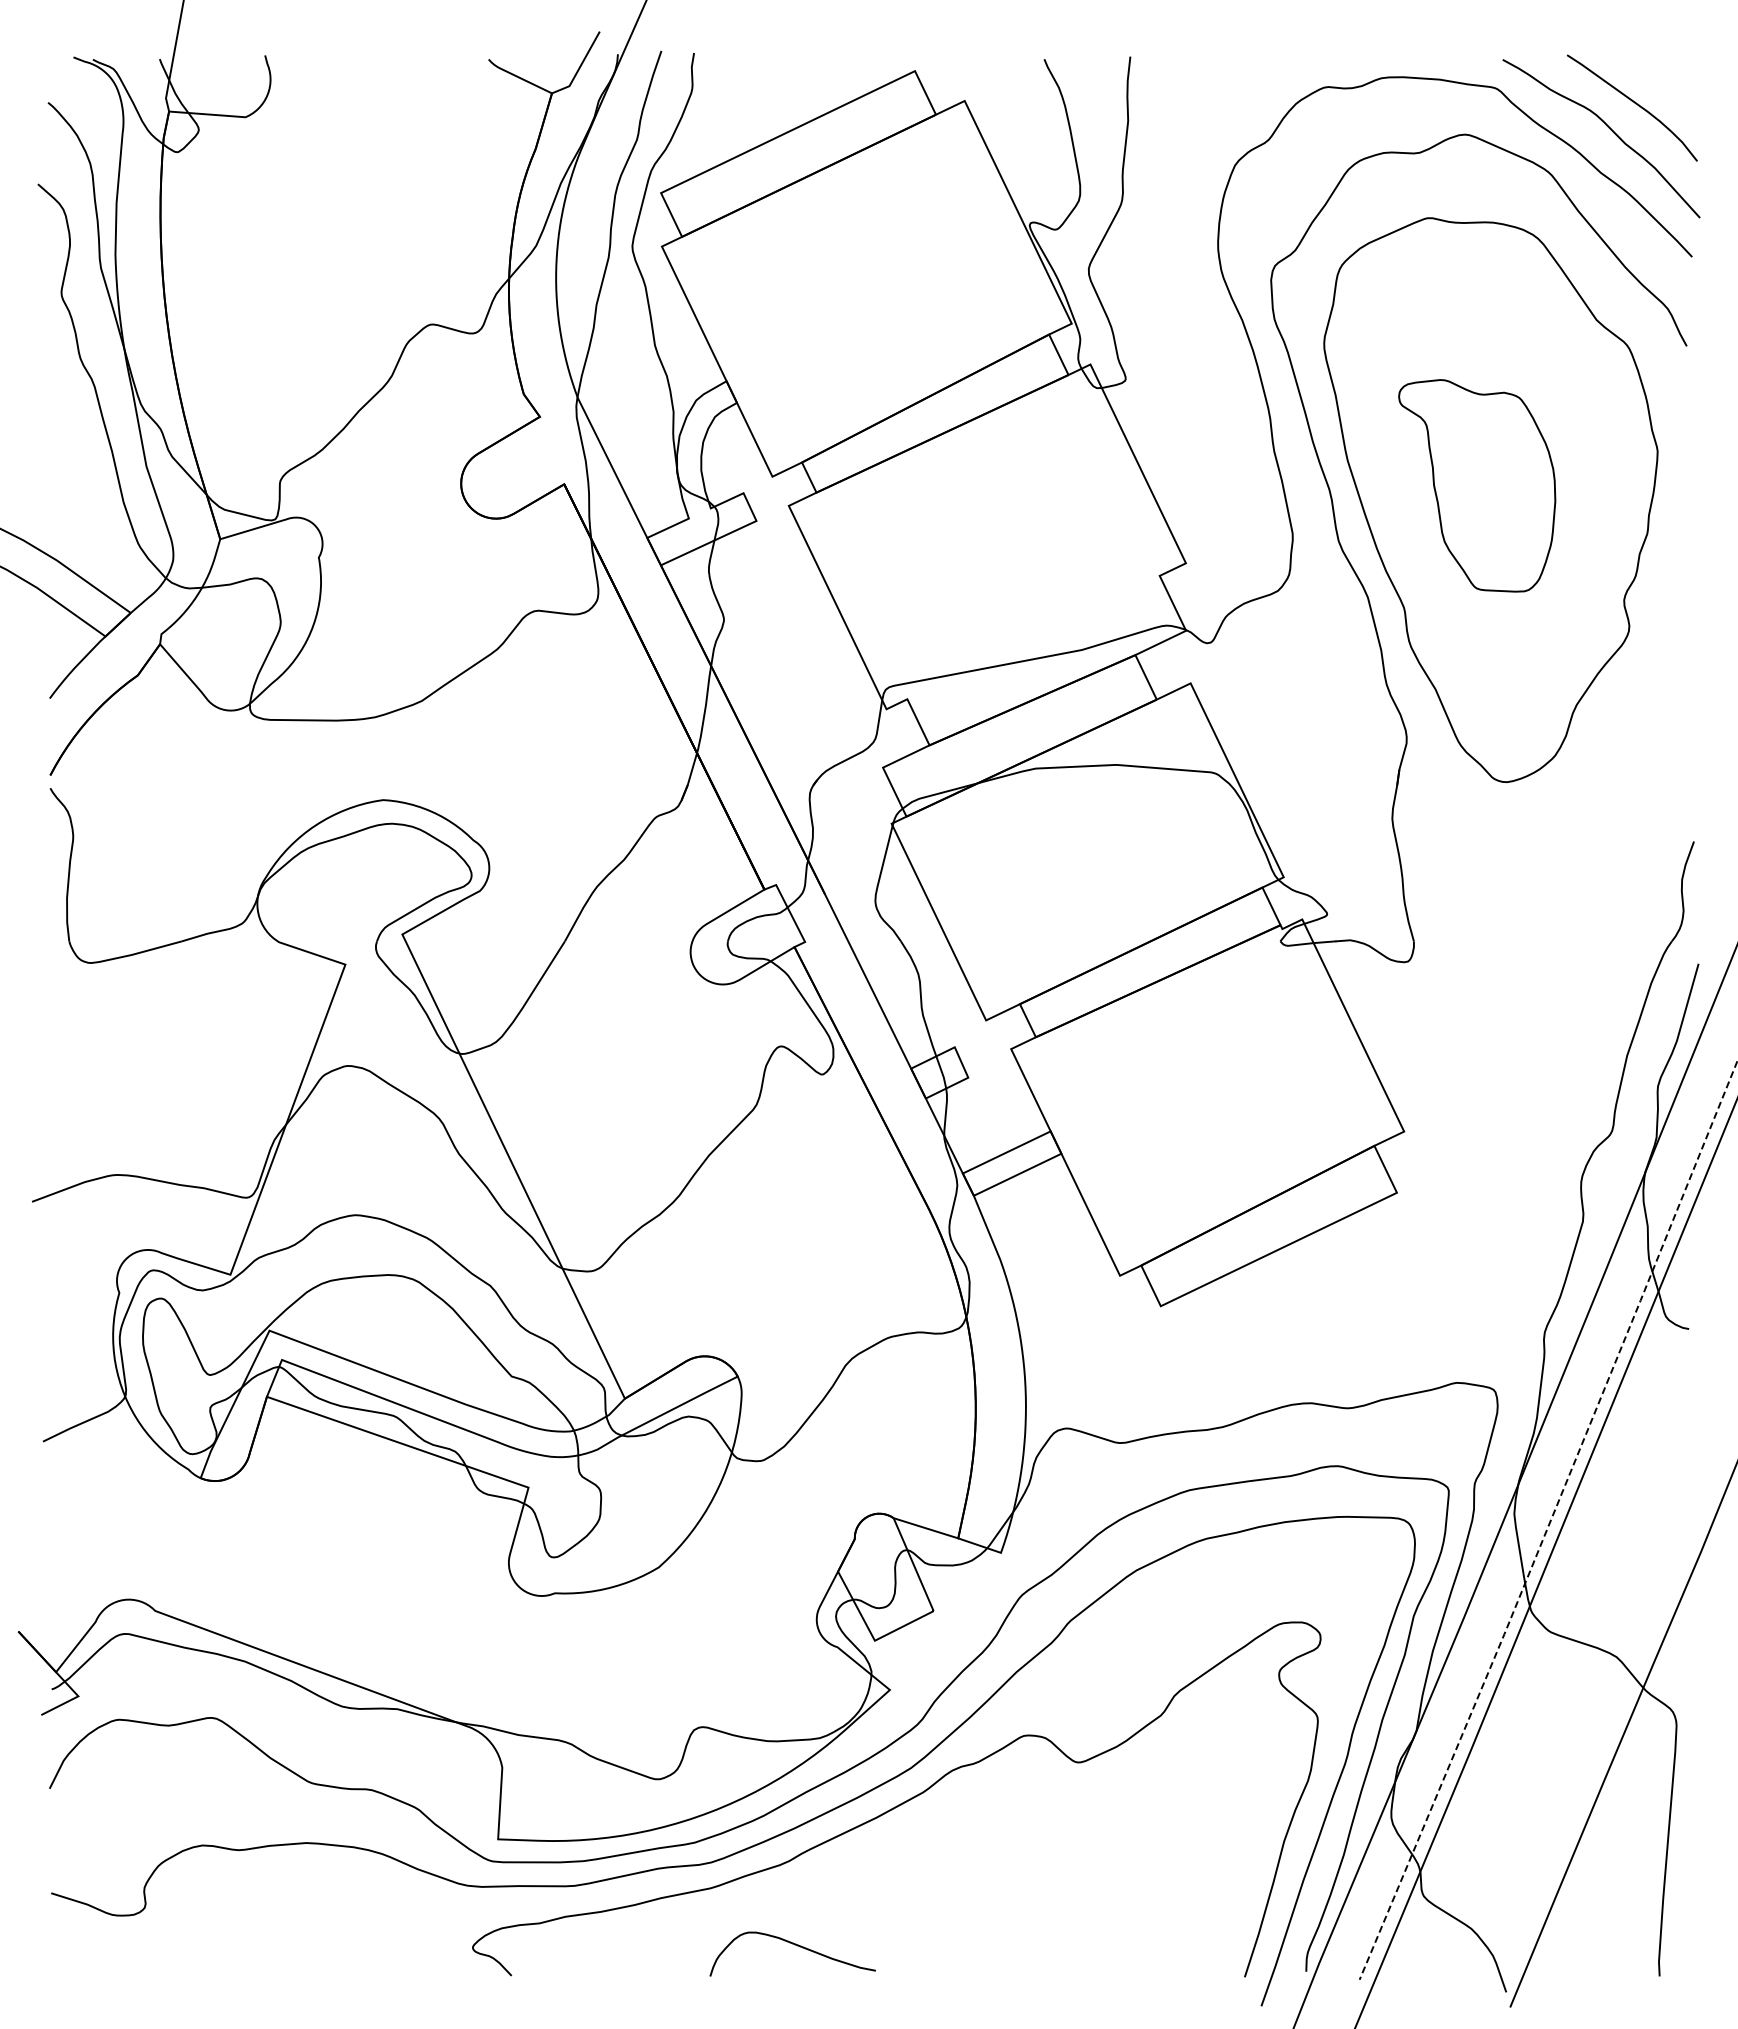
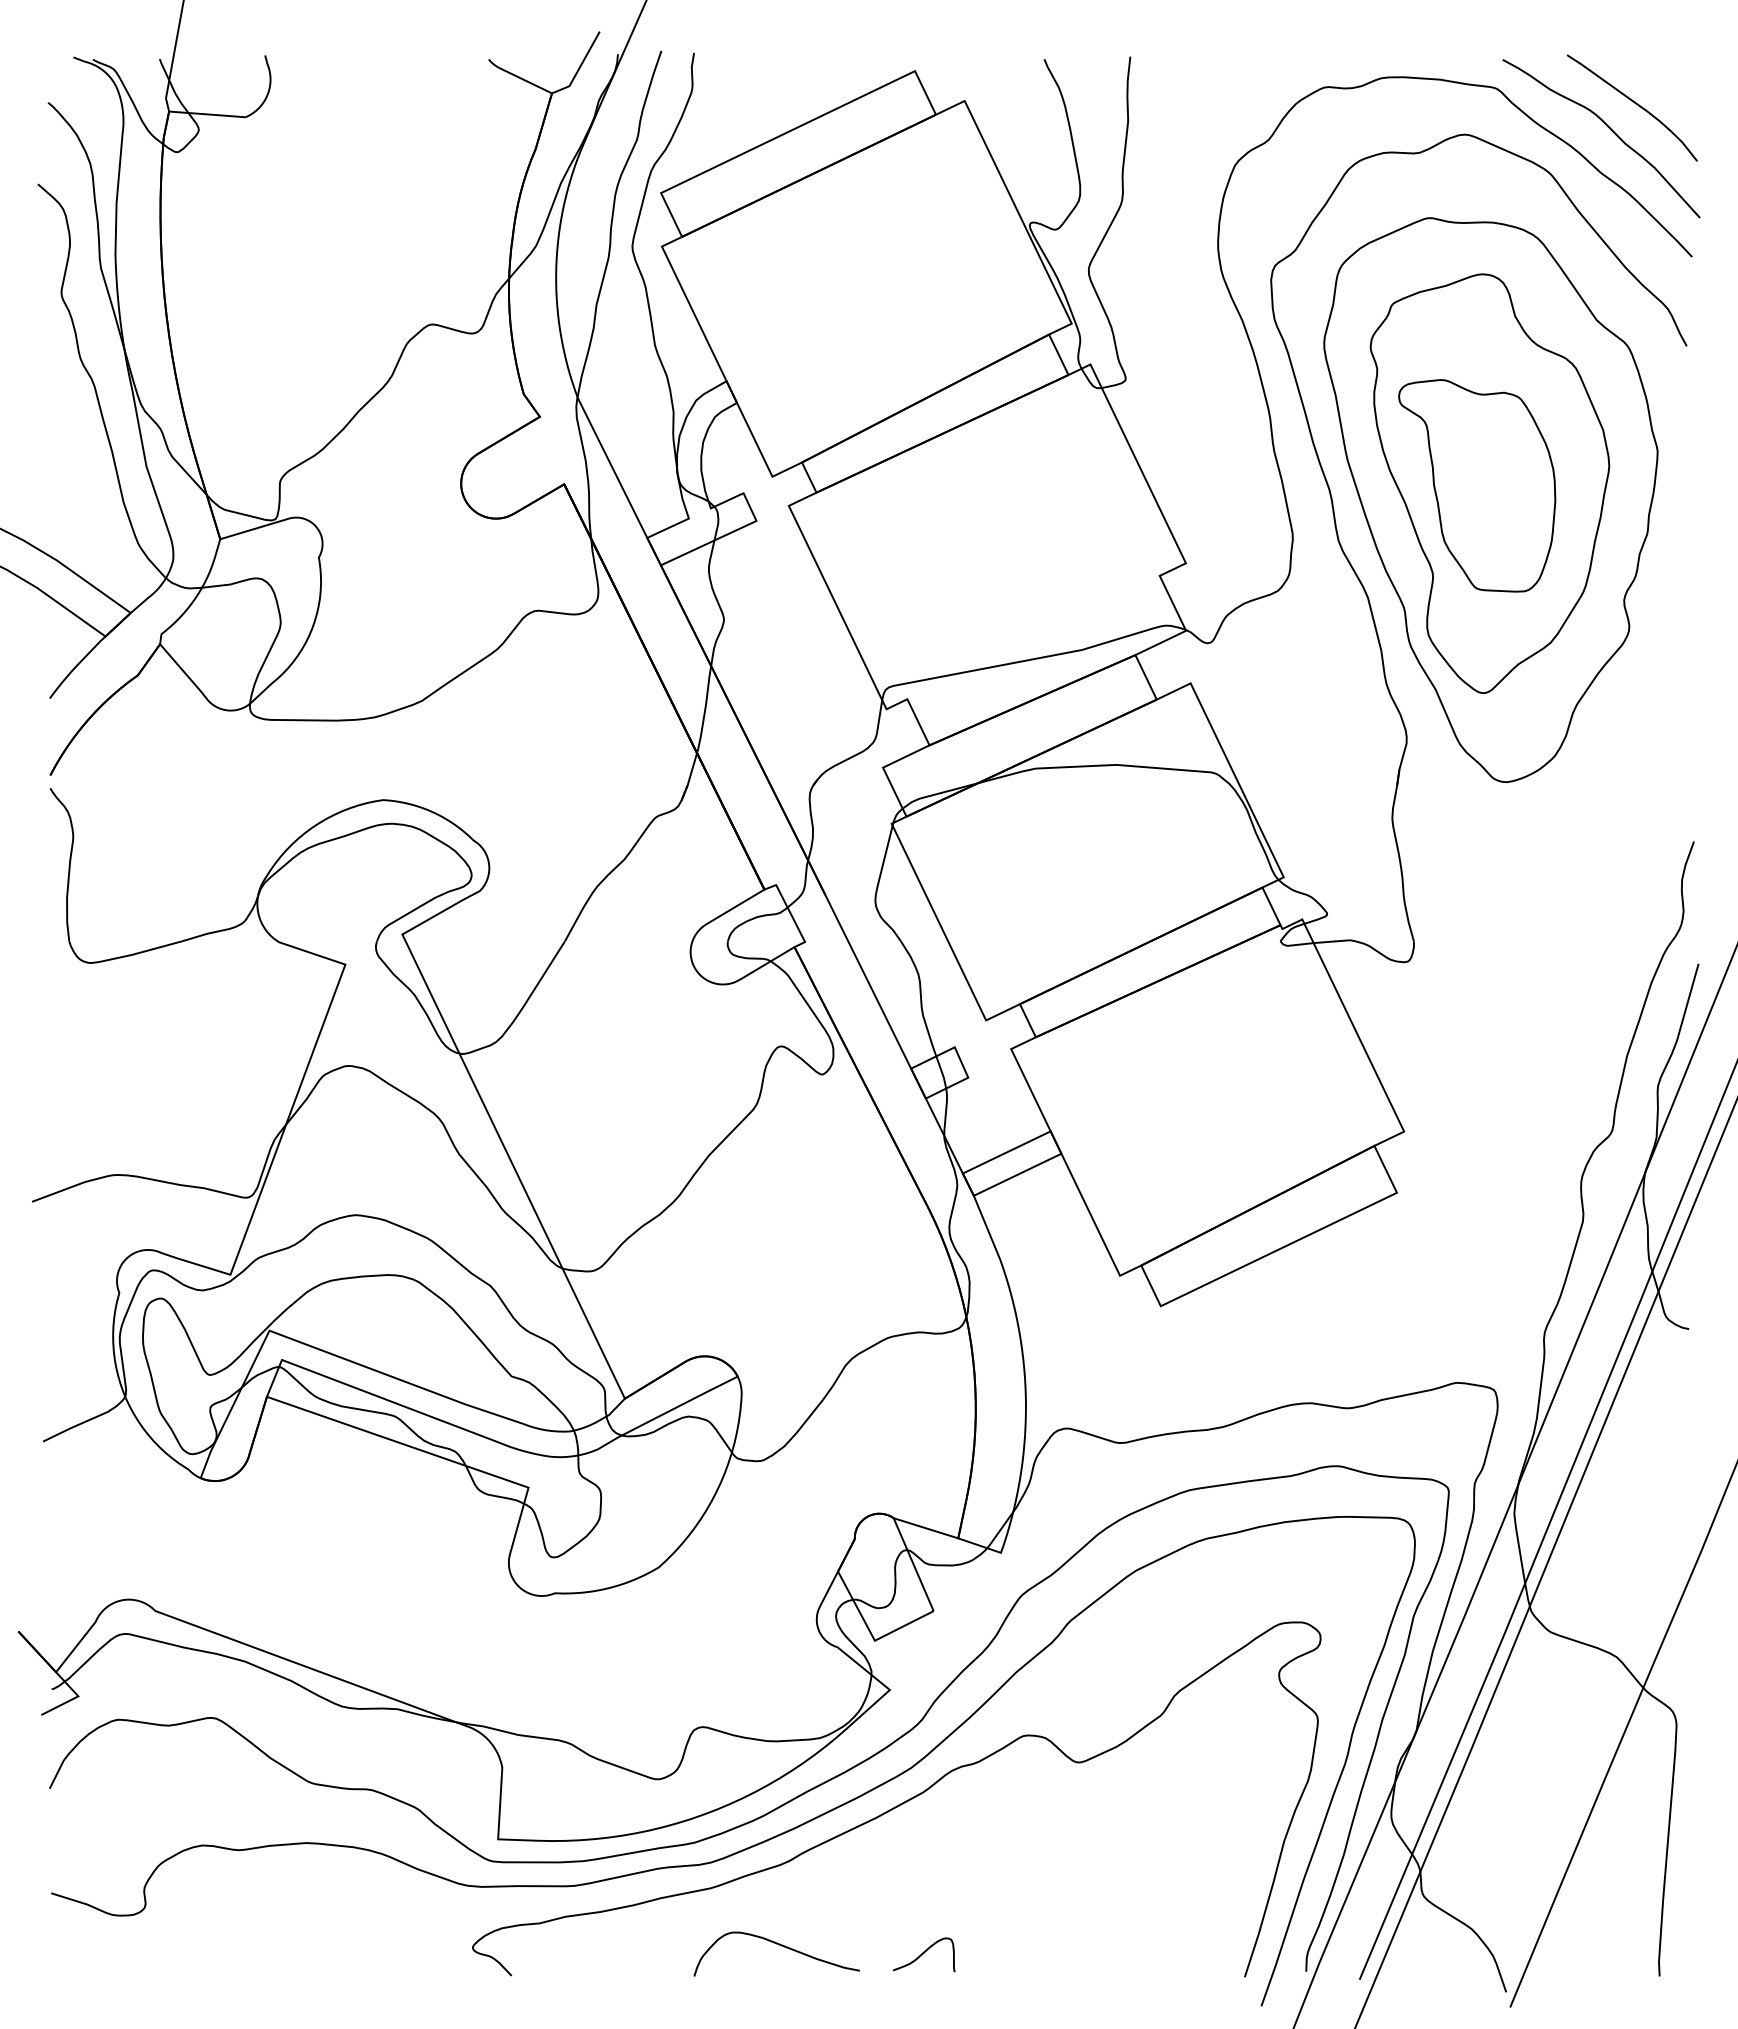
part at (1489, 483): none -> present
line at (1550, 1520): dashed -> solid
curve at (794, 1945) position: (794, 1945) -> (778, 1945)
curve at (924, 1953): none -> present
